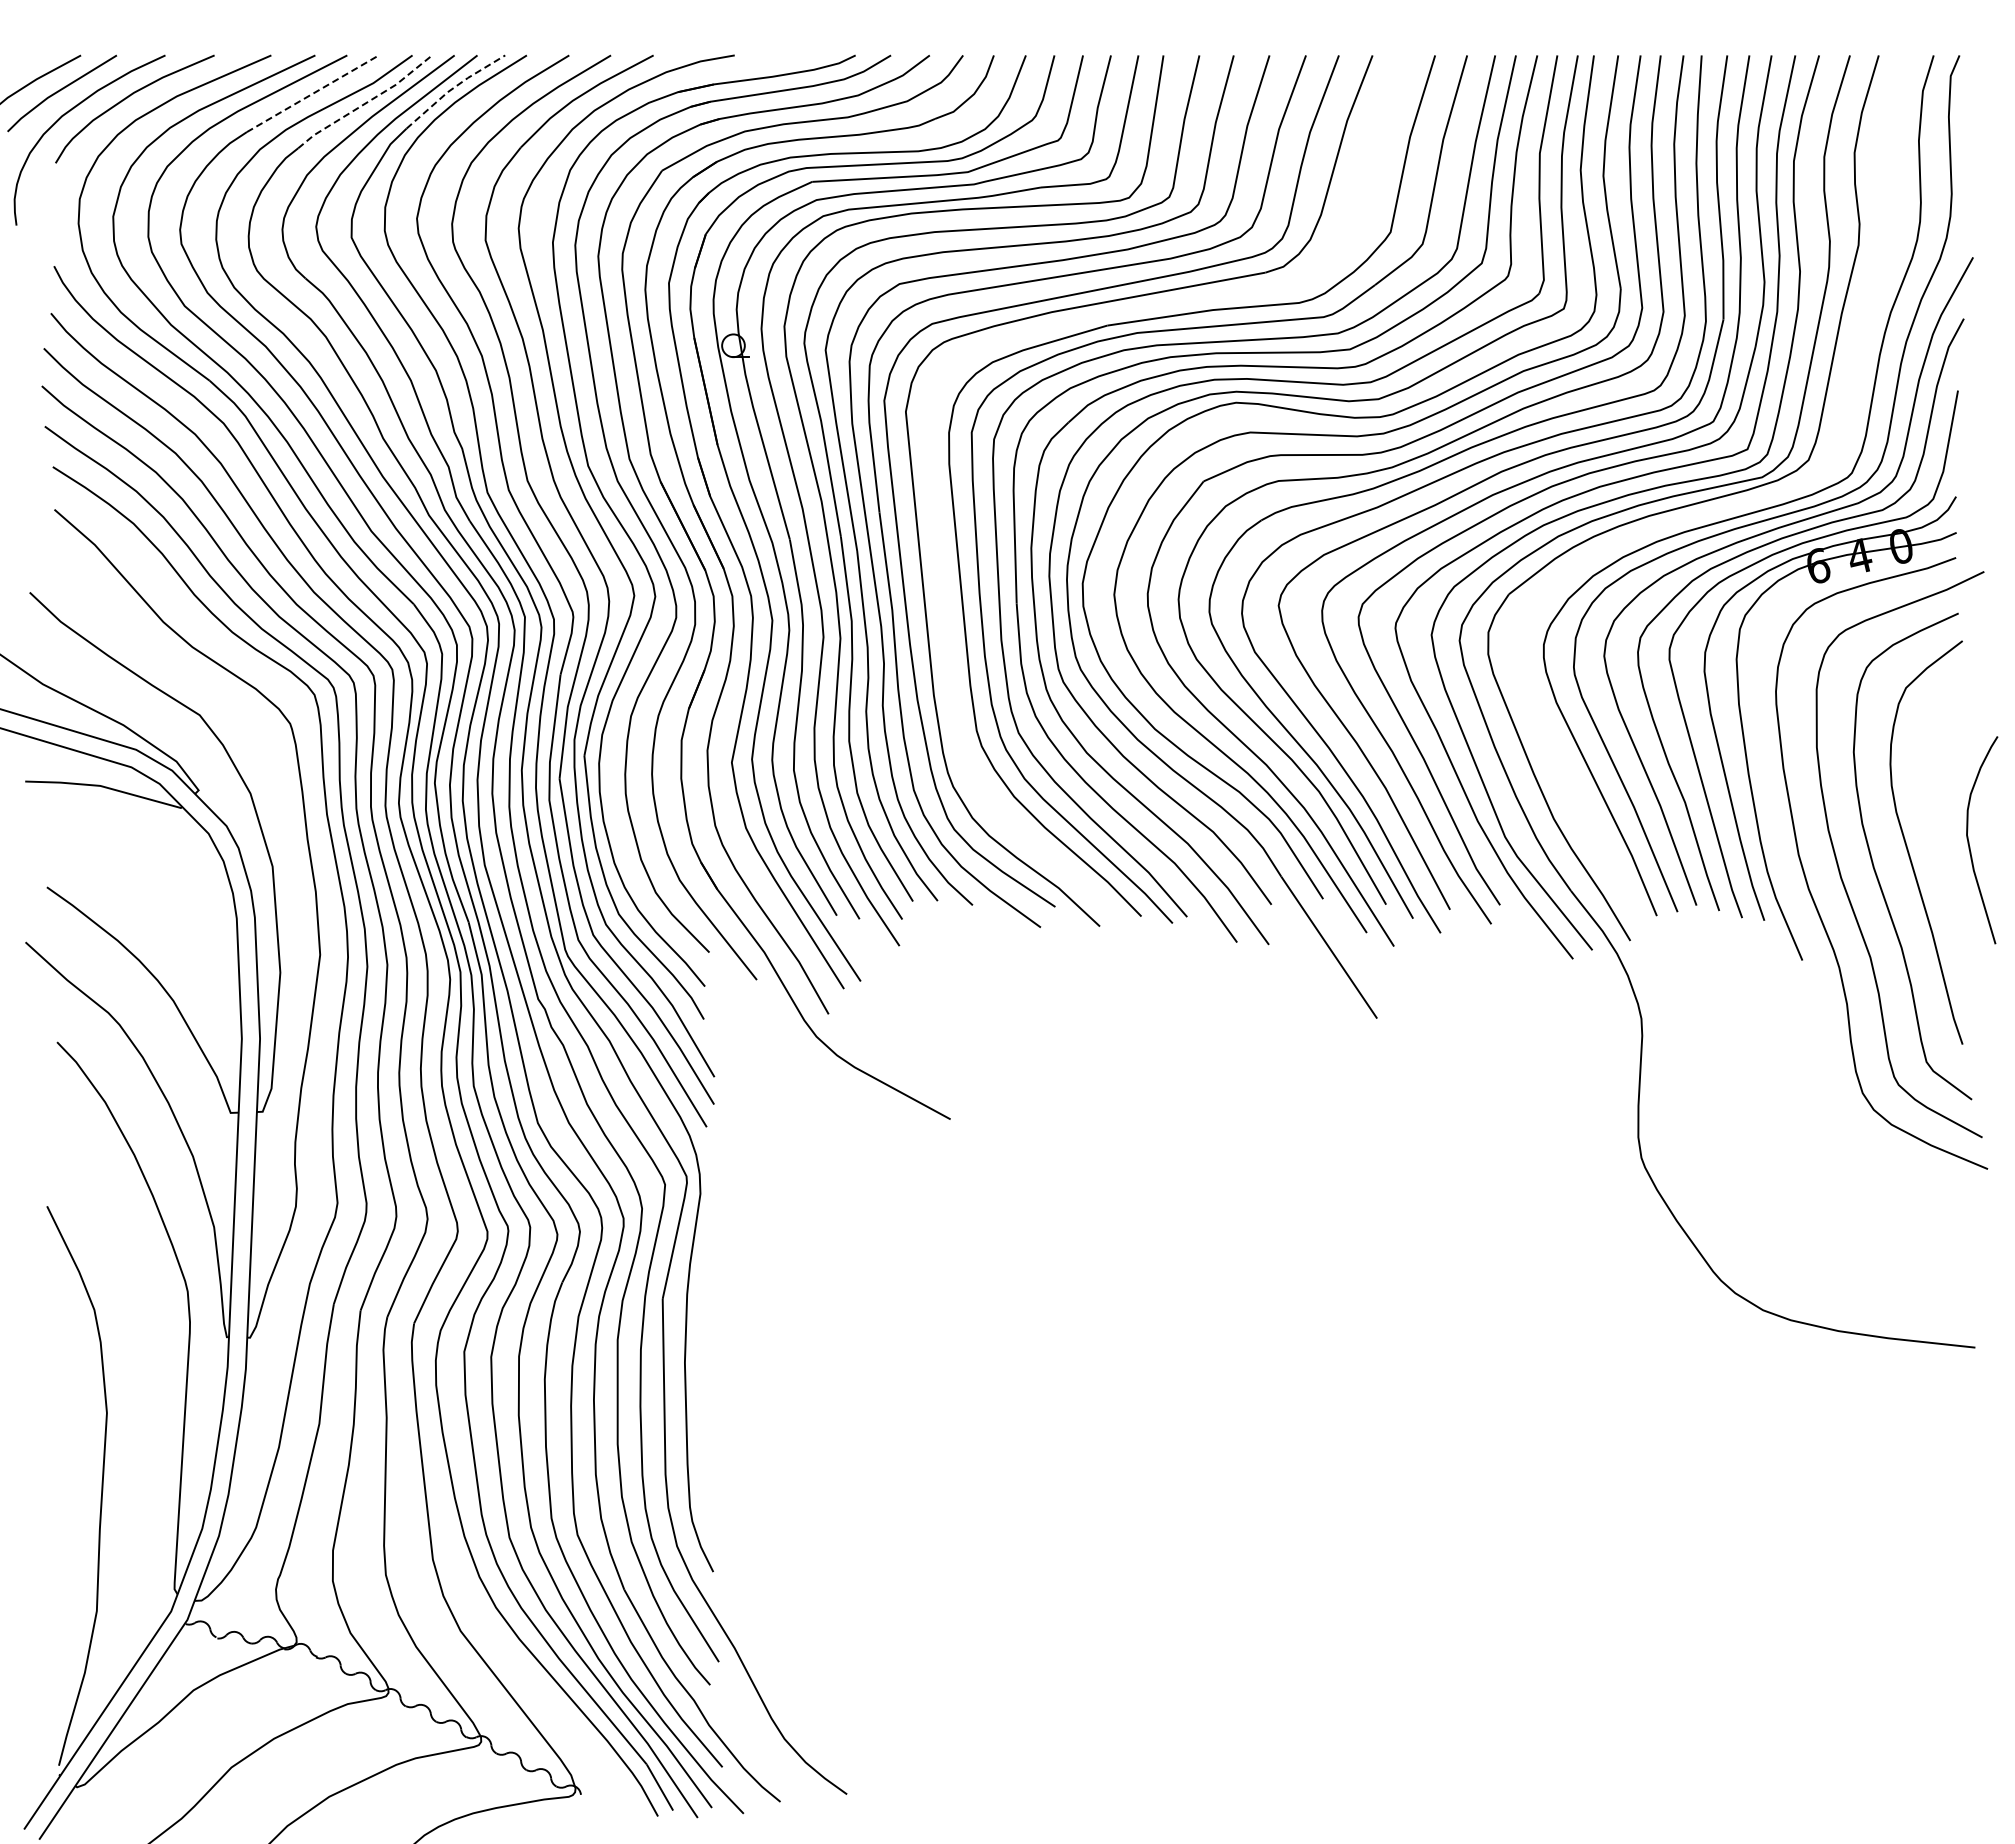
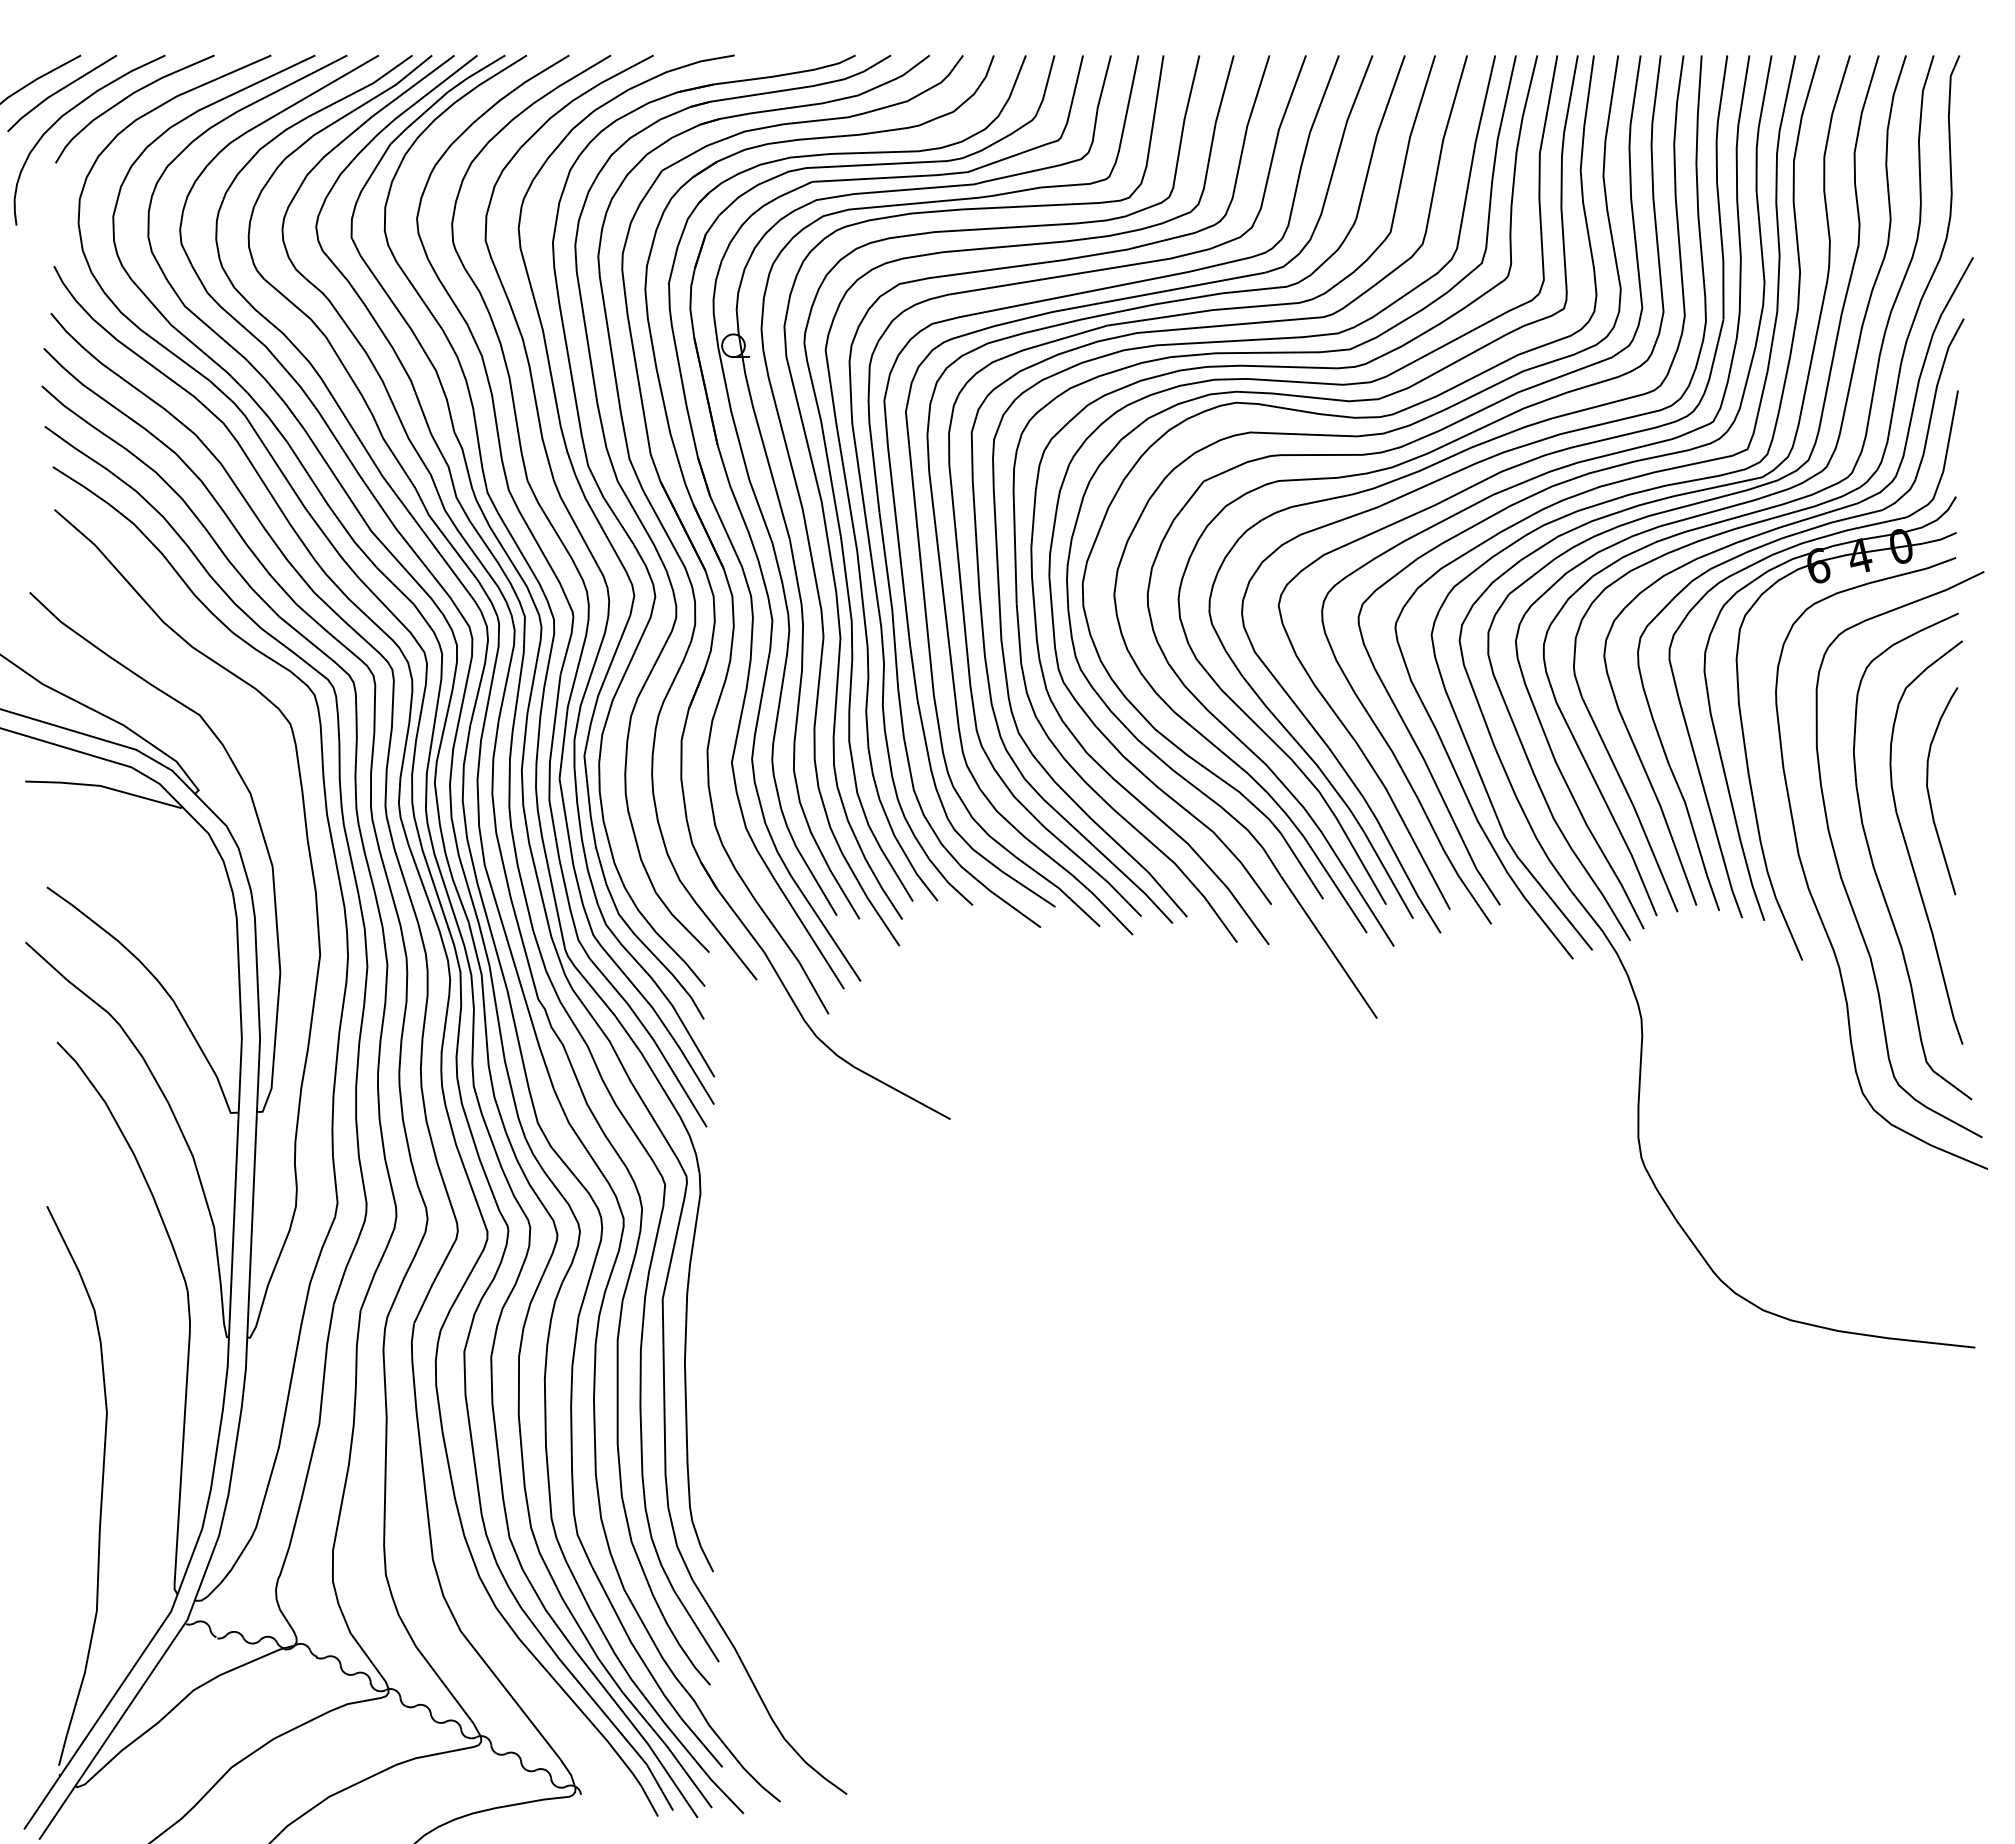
line at (453, 88): dashed -> solid
line at (313, 93): dashed -> solid
line at (366, 102): dashed -> solid
curve at (1126, 311): none -> present
curve at (1716, 509): none -> present
curve at (1969, 841) position: (1969, 841) -> (1929, 792)
